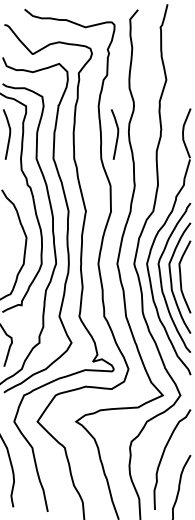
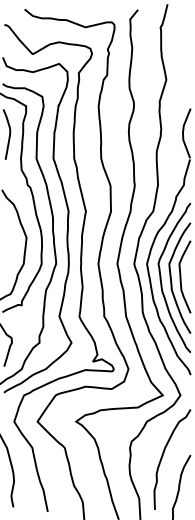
curve at (117, 134): present -> none
